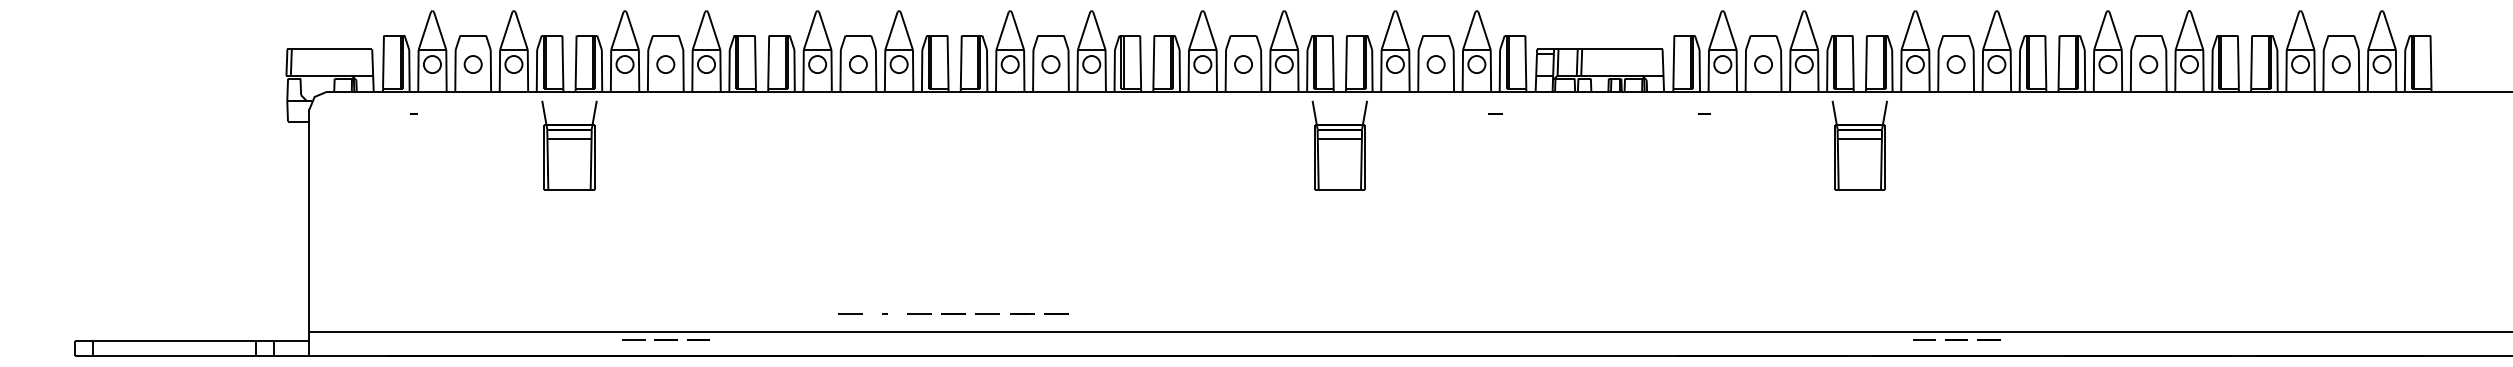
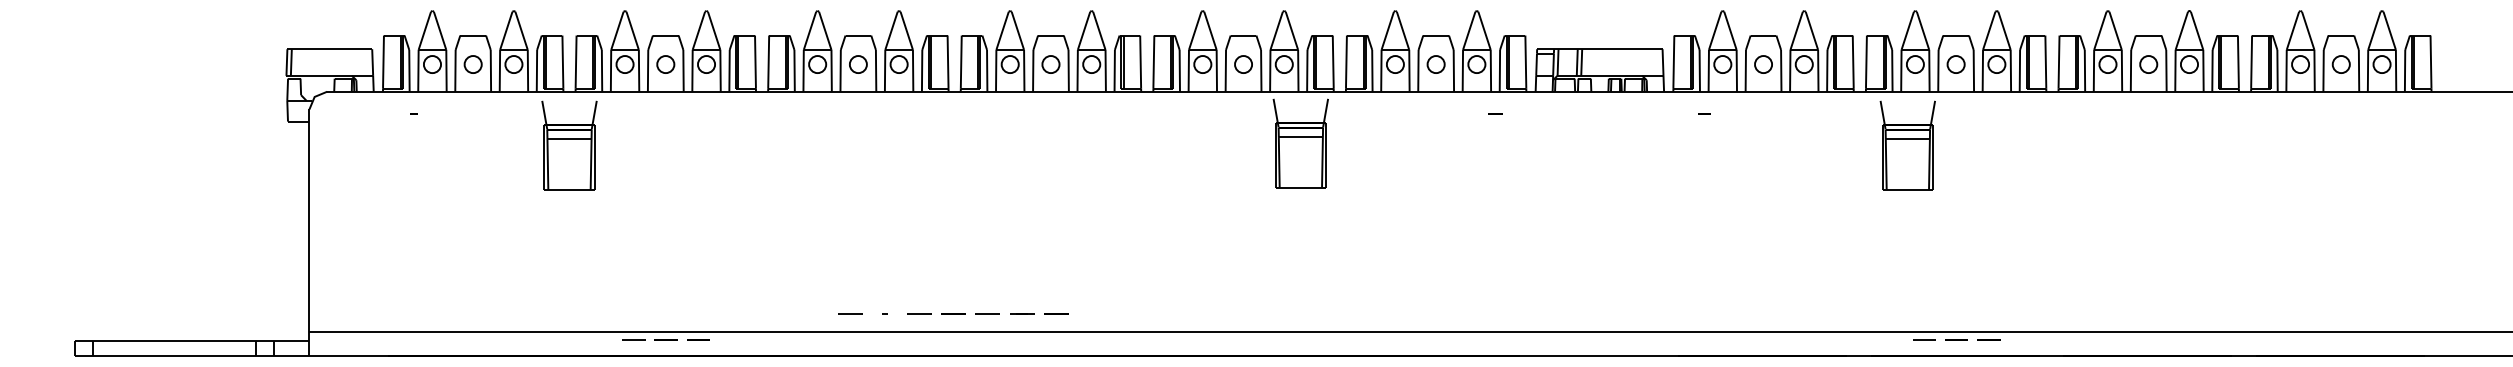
part at (1339, 145) position: (1339, 145) -> (1300, 143)
part at (1859, 145) position: (1859, 145) -> (1907, 145)
